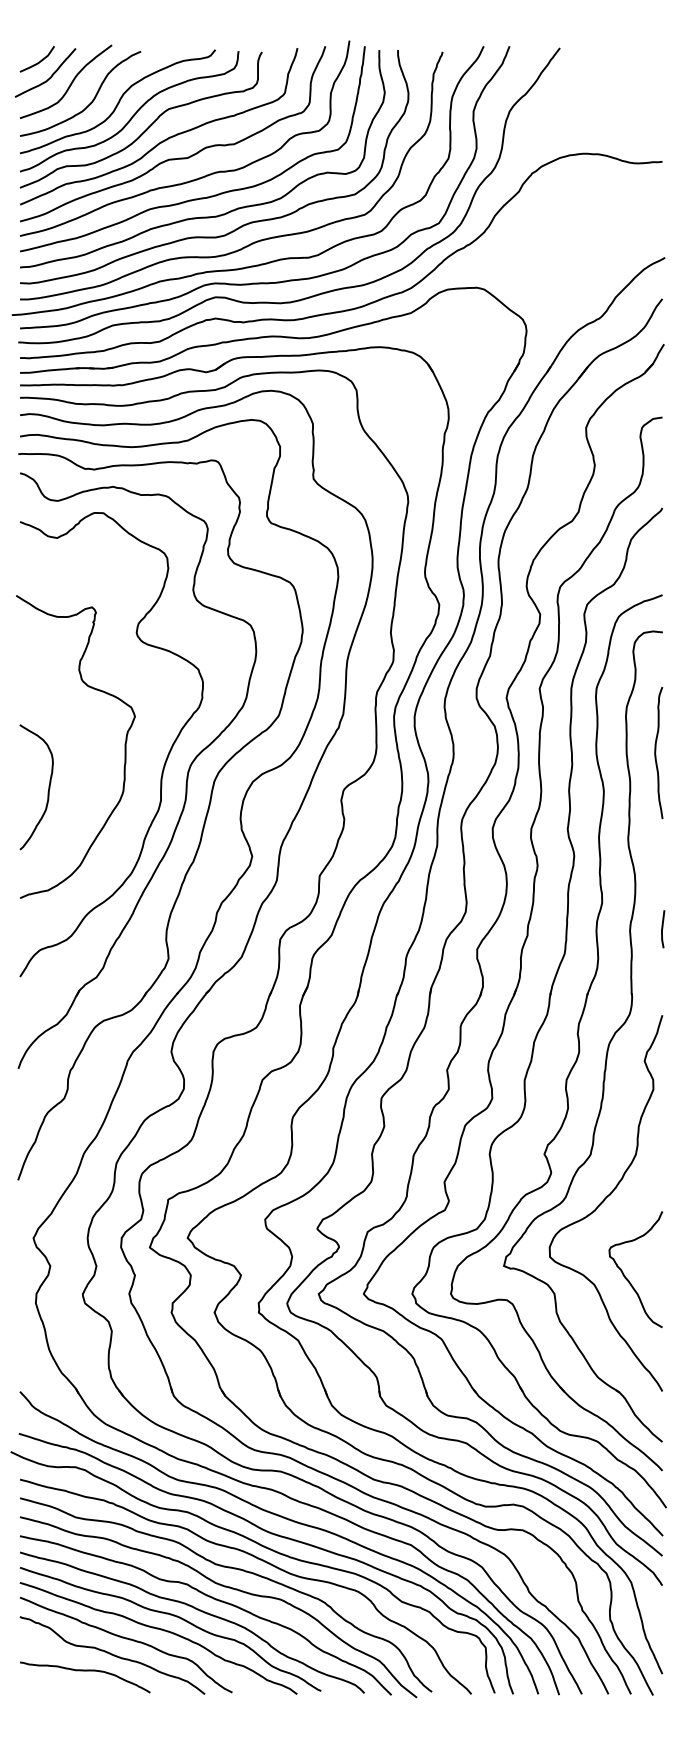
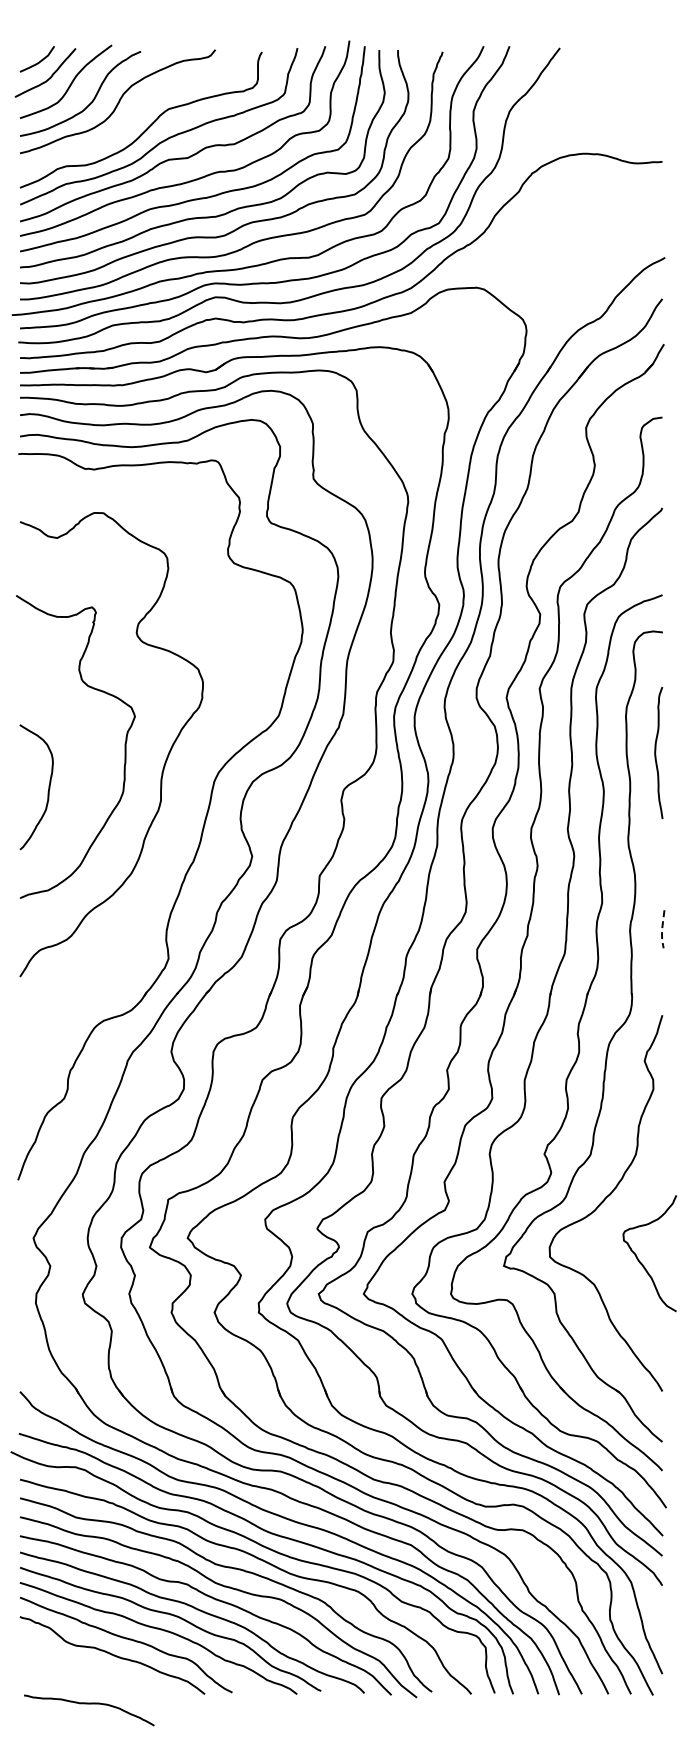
curve at (133, 114): present -> none
part at (186, 775): present -> none
line at (661, 930): solid -> dashed
curve at (625, 1275) position: (625, 1275) -> (639, 1259)
curve at (85, 1671) position: (85, 1671) -> (89, 1704)
